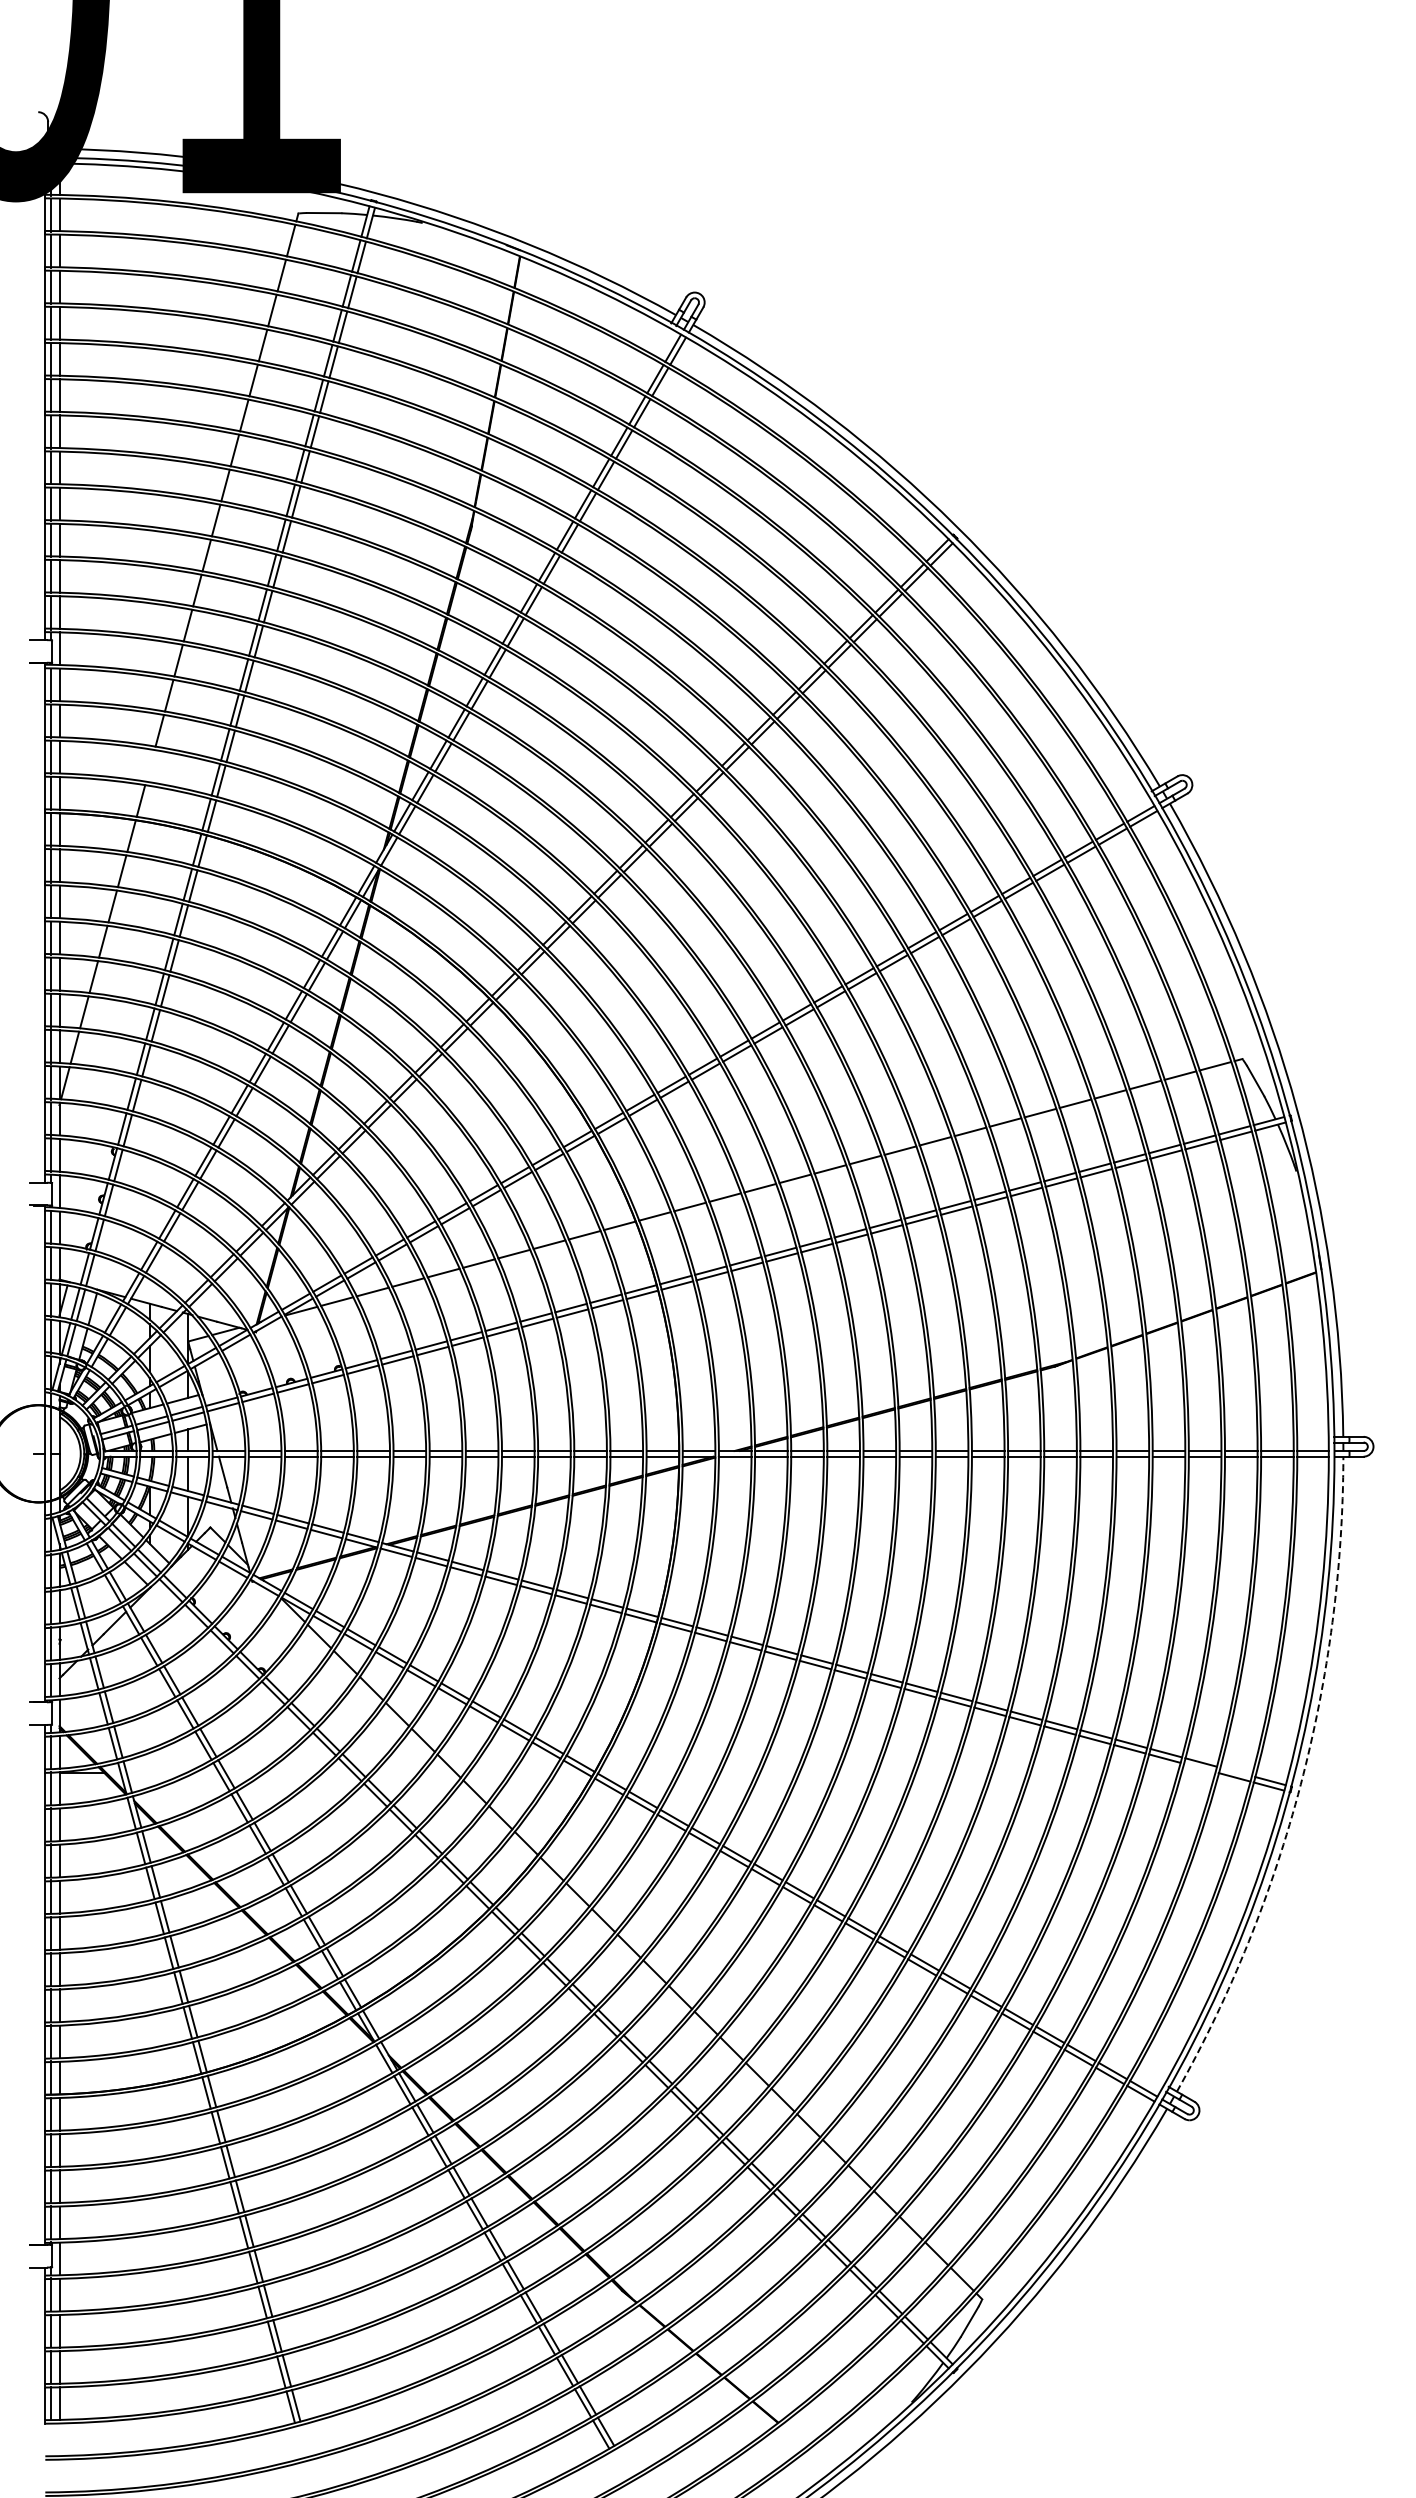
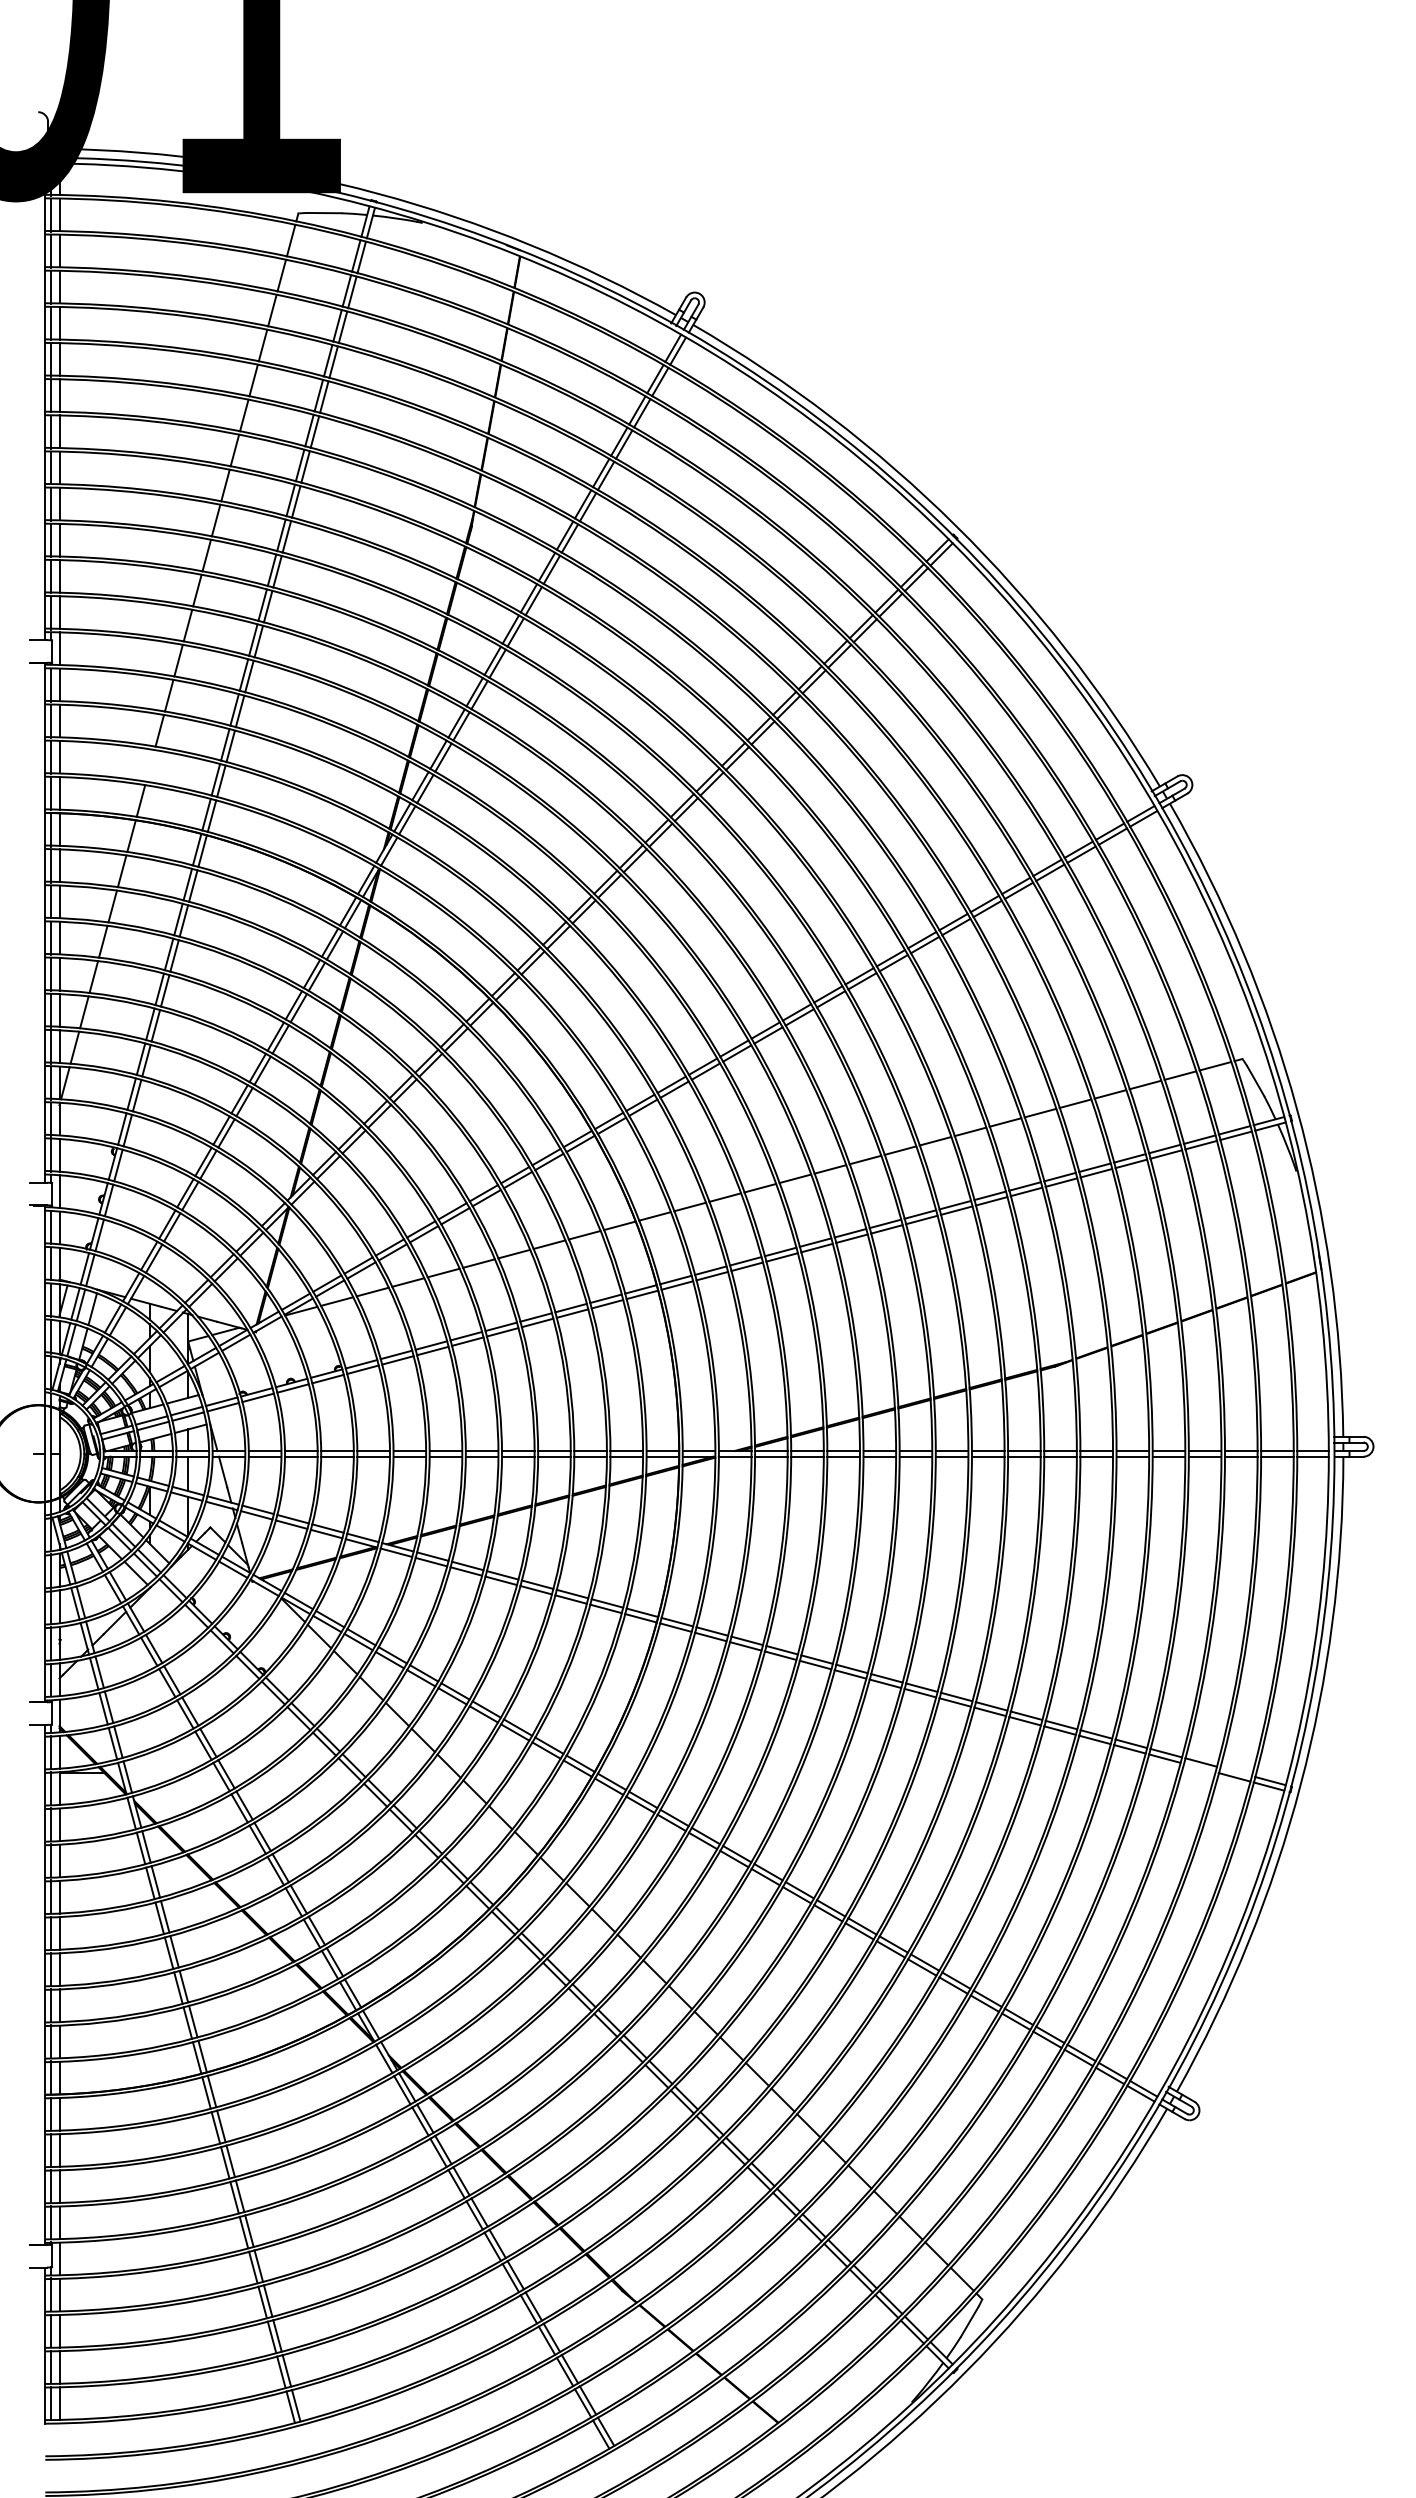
arc at (1300, 1784): dashed -> solid
